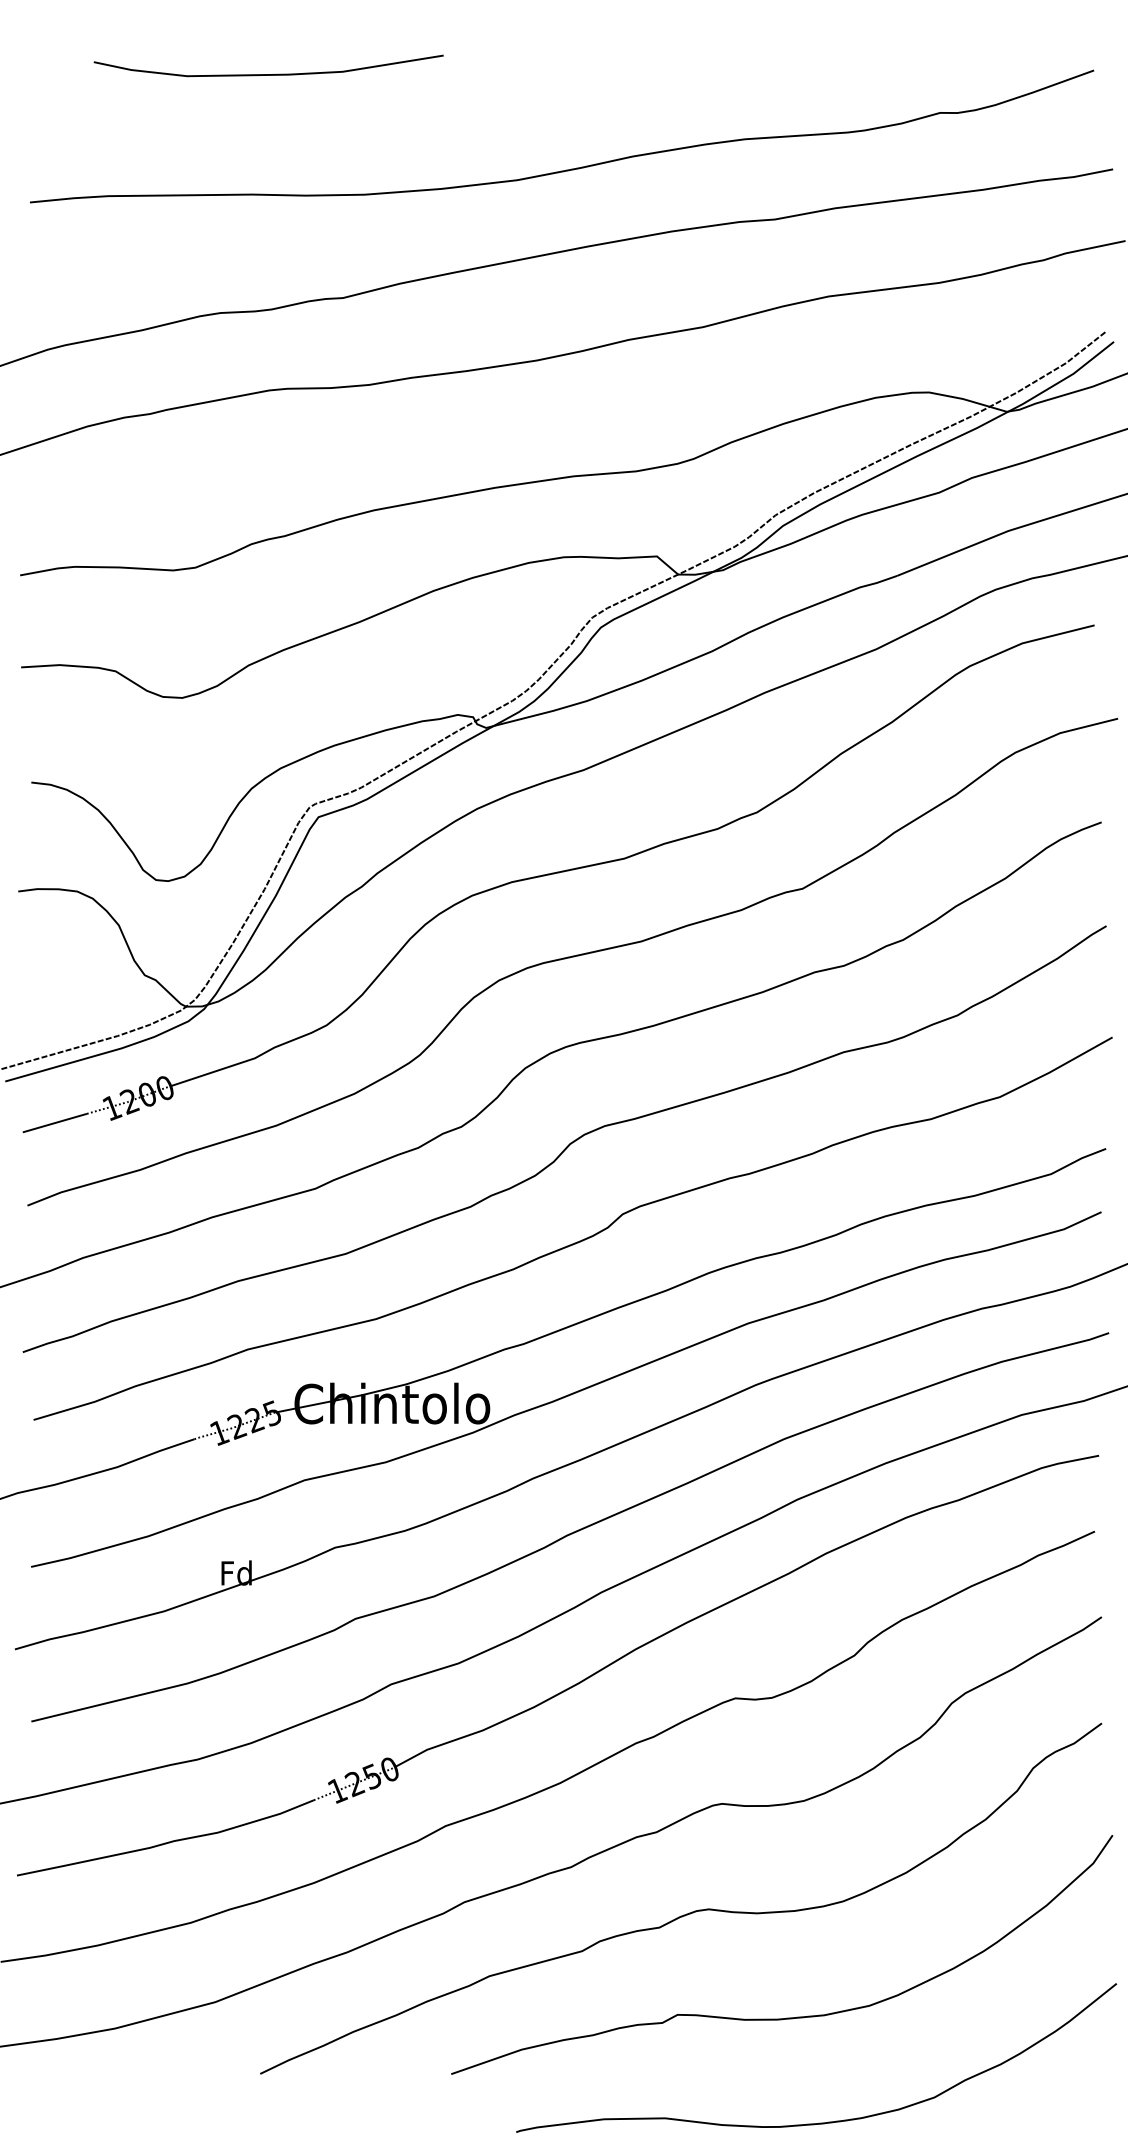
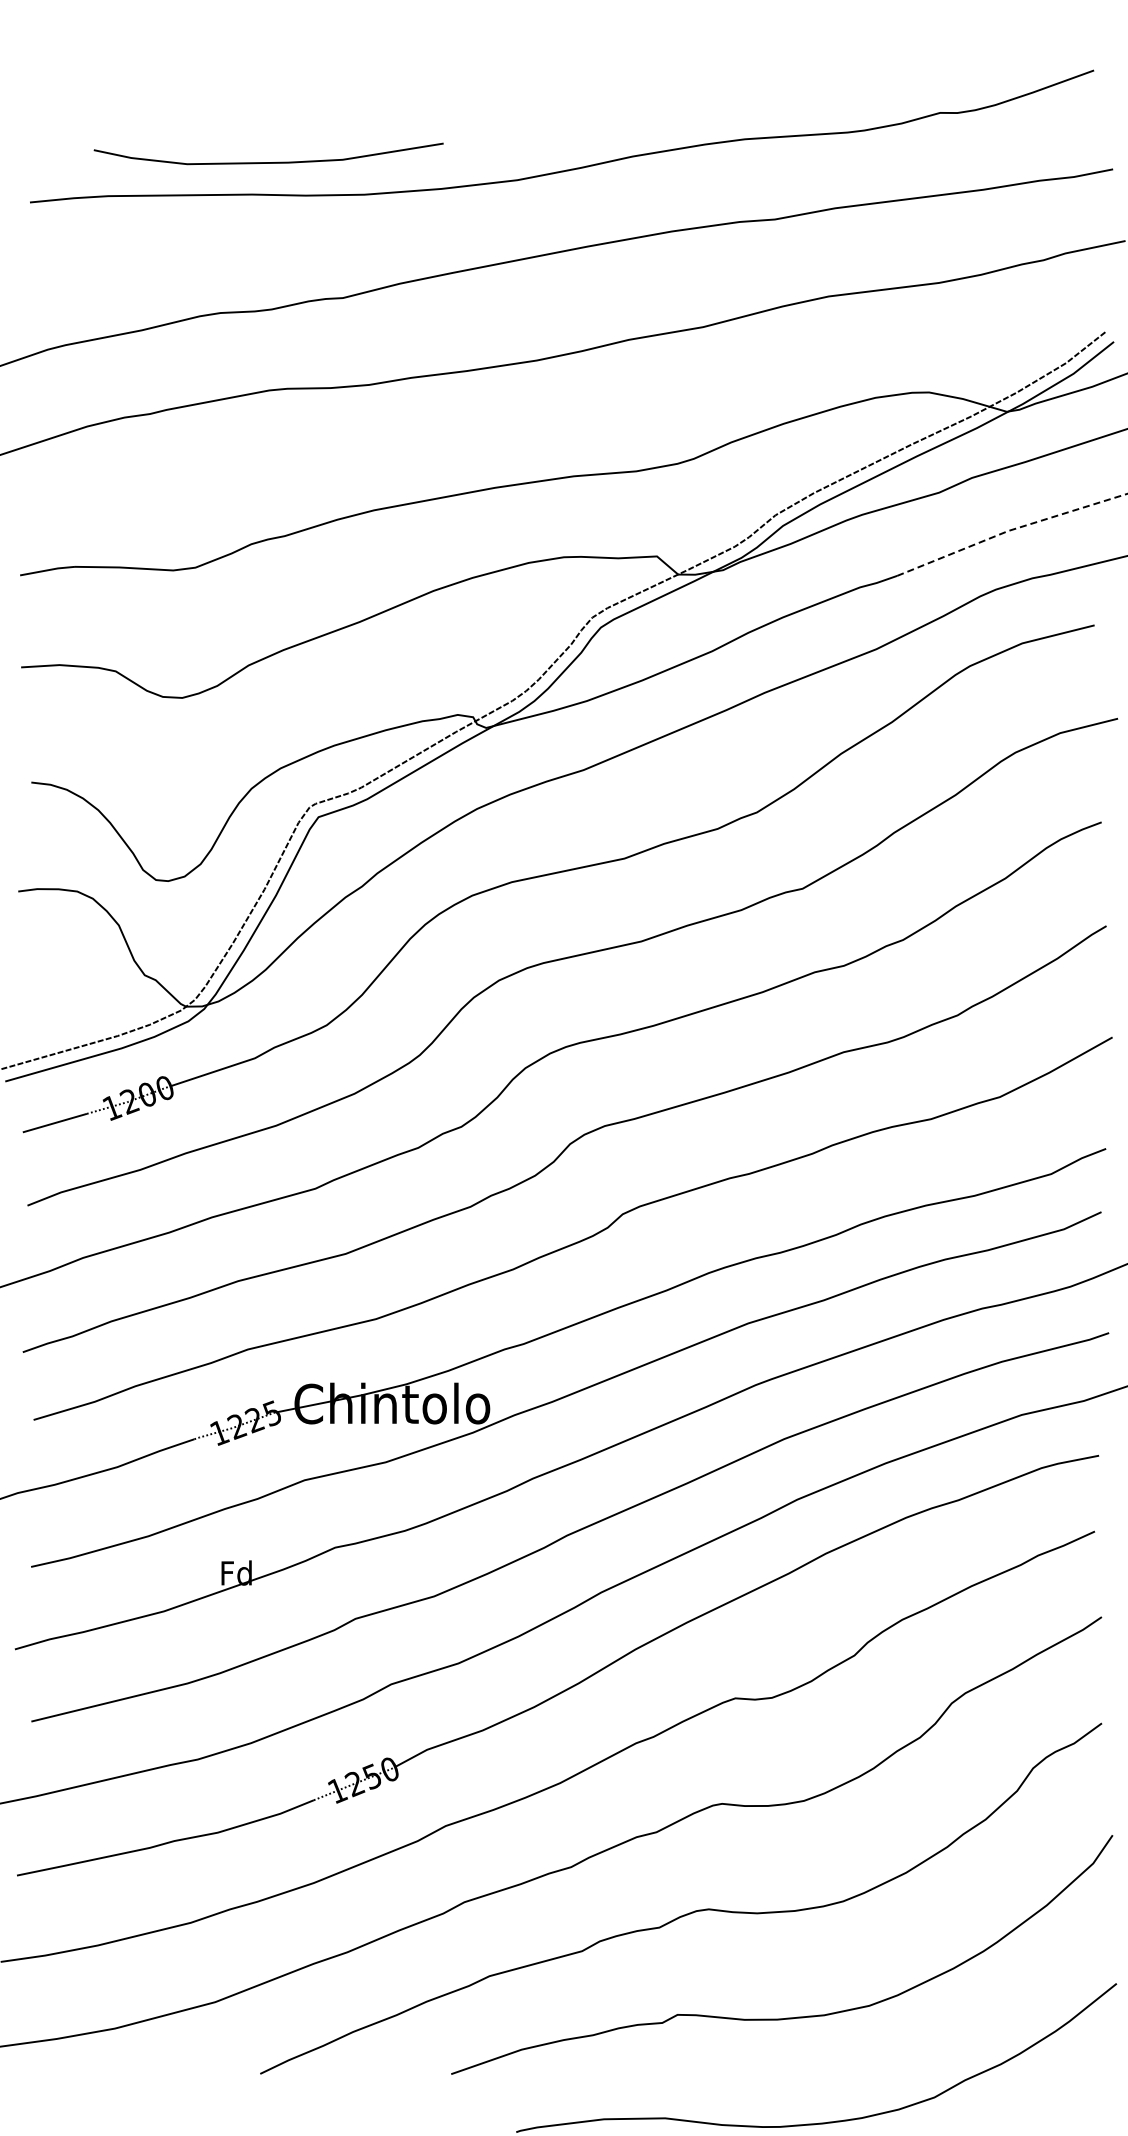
curve at (268, 74) position: (268, 74) -> (268, 162)
line at (1010, 530): solid -> dashed
